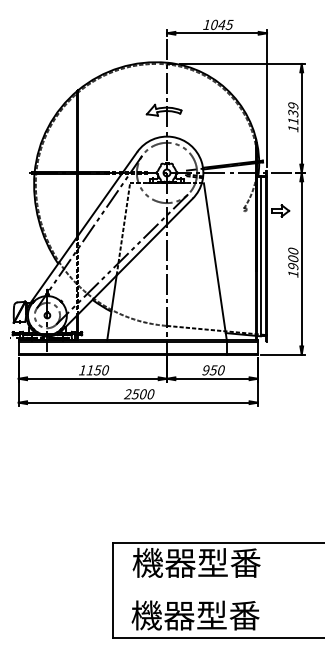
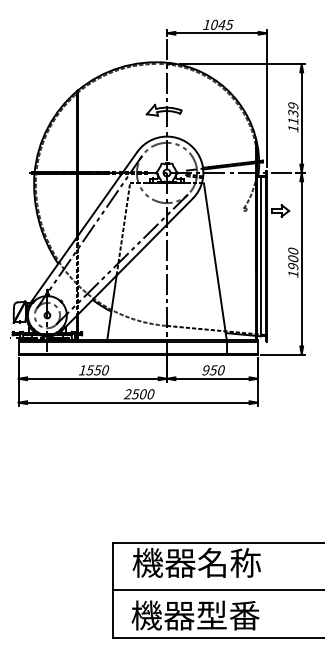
text at (90, 370): 1150 -> 1550
text at (229, 562): 機器型番 -> 機器名称
line at (217, 590): none -> present
